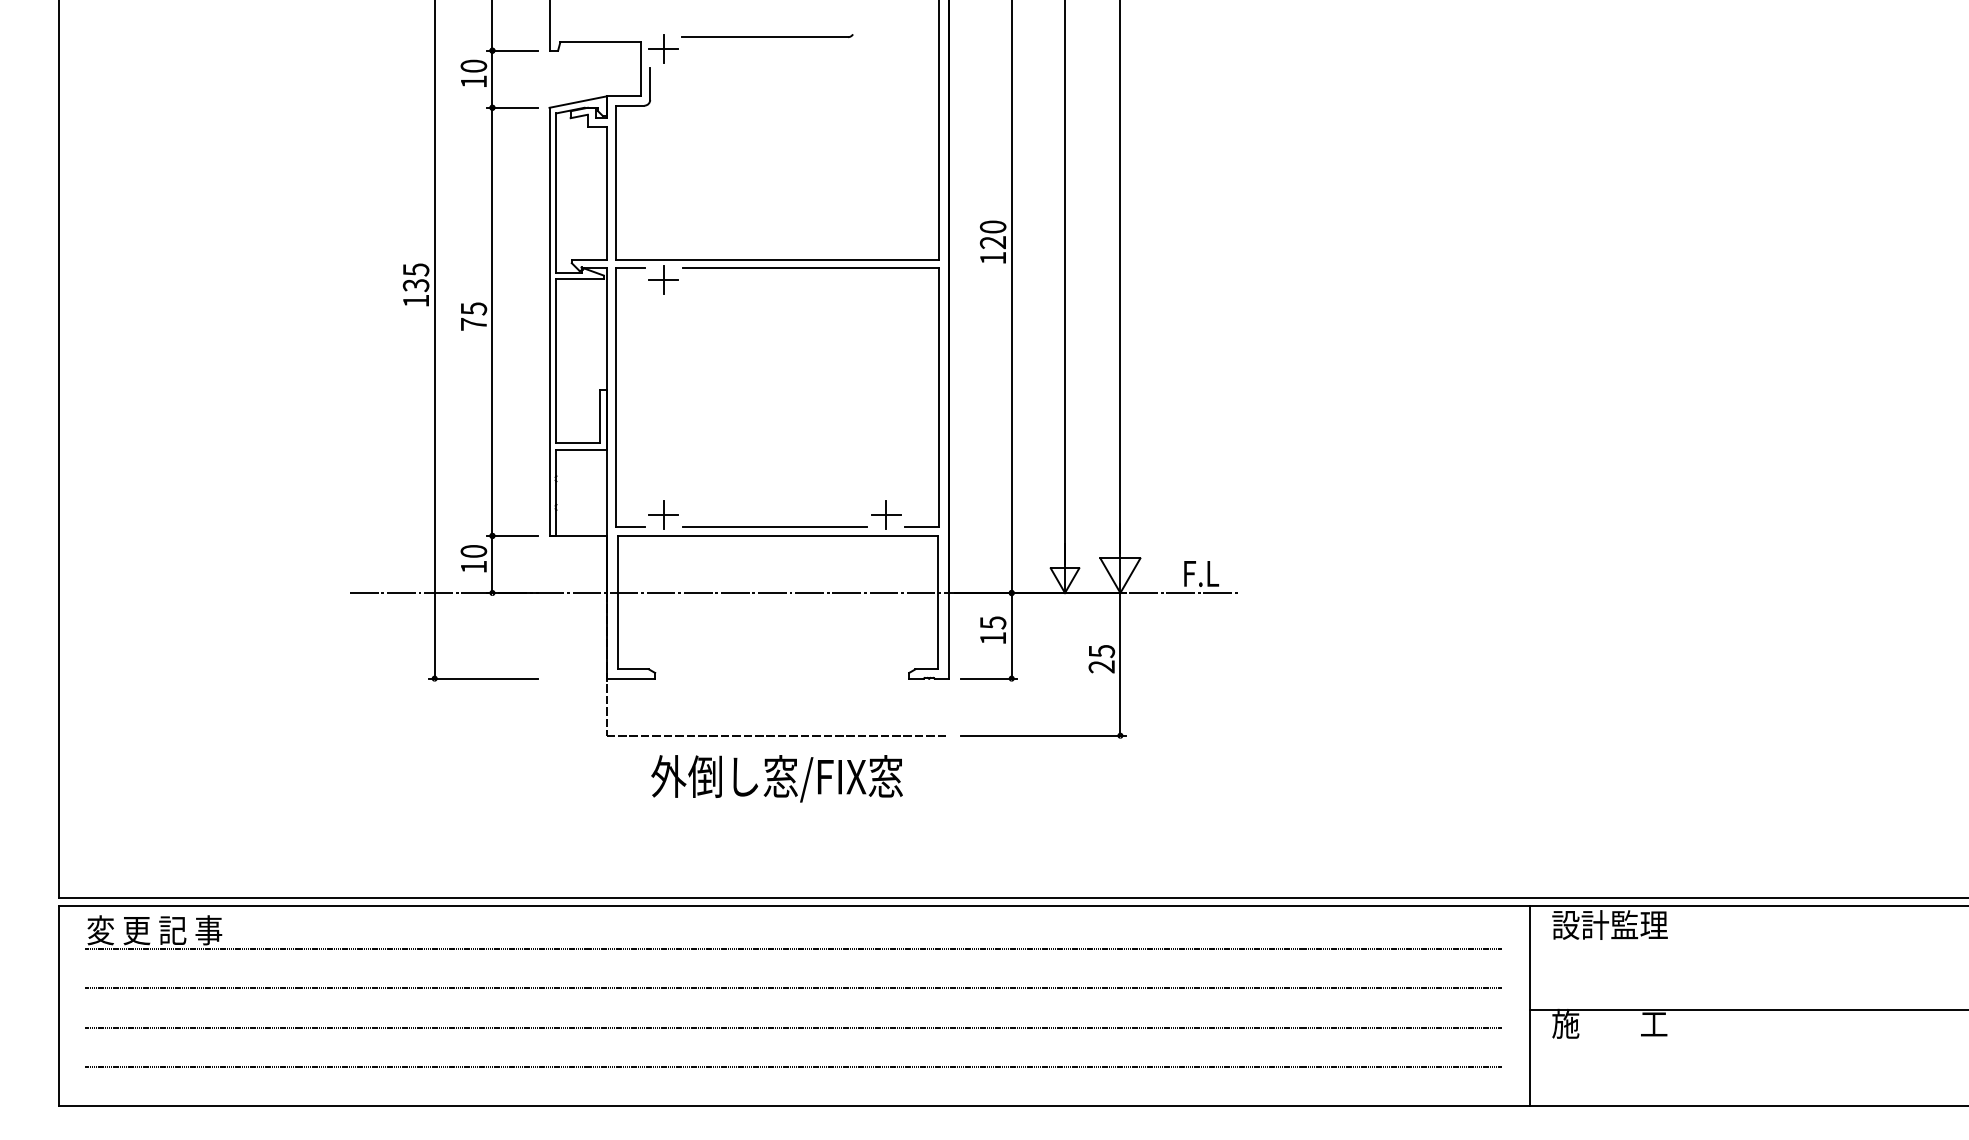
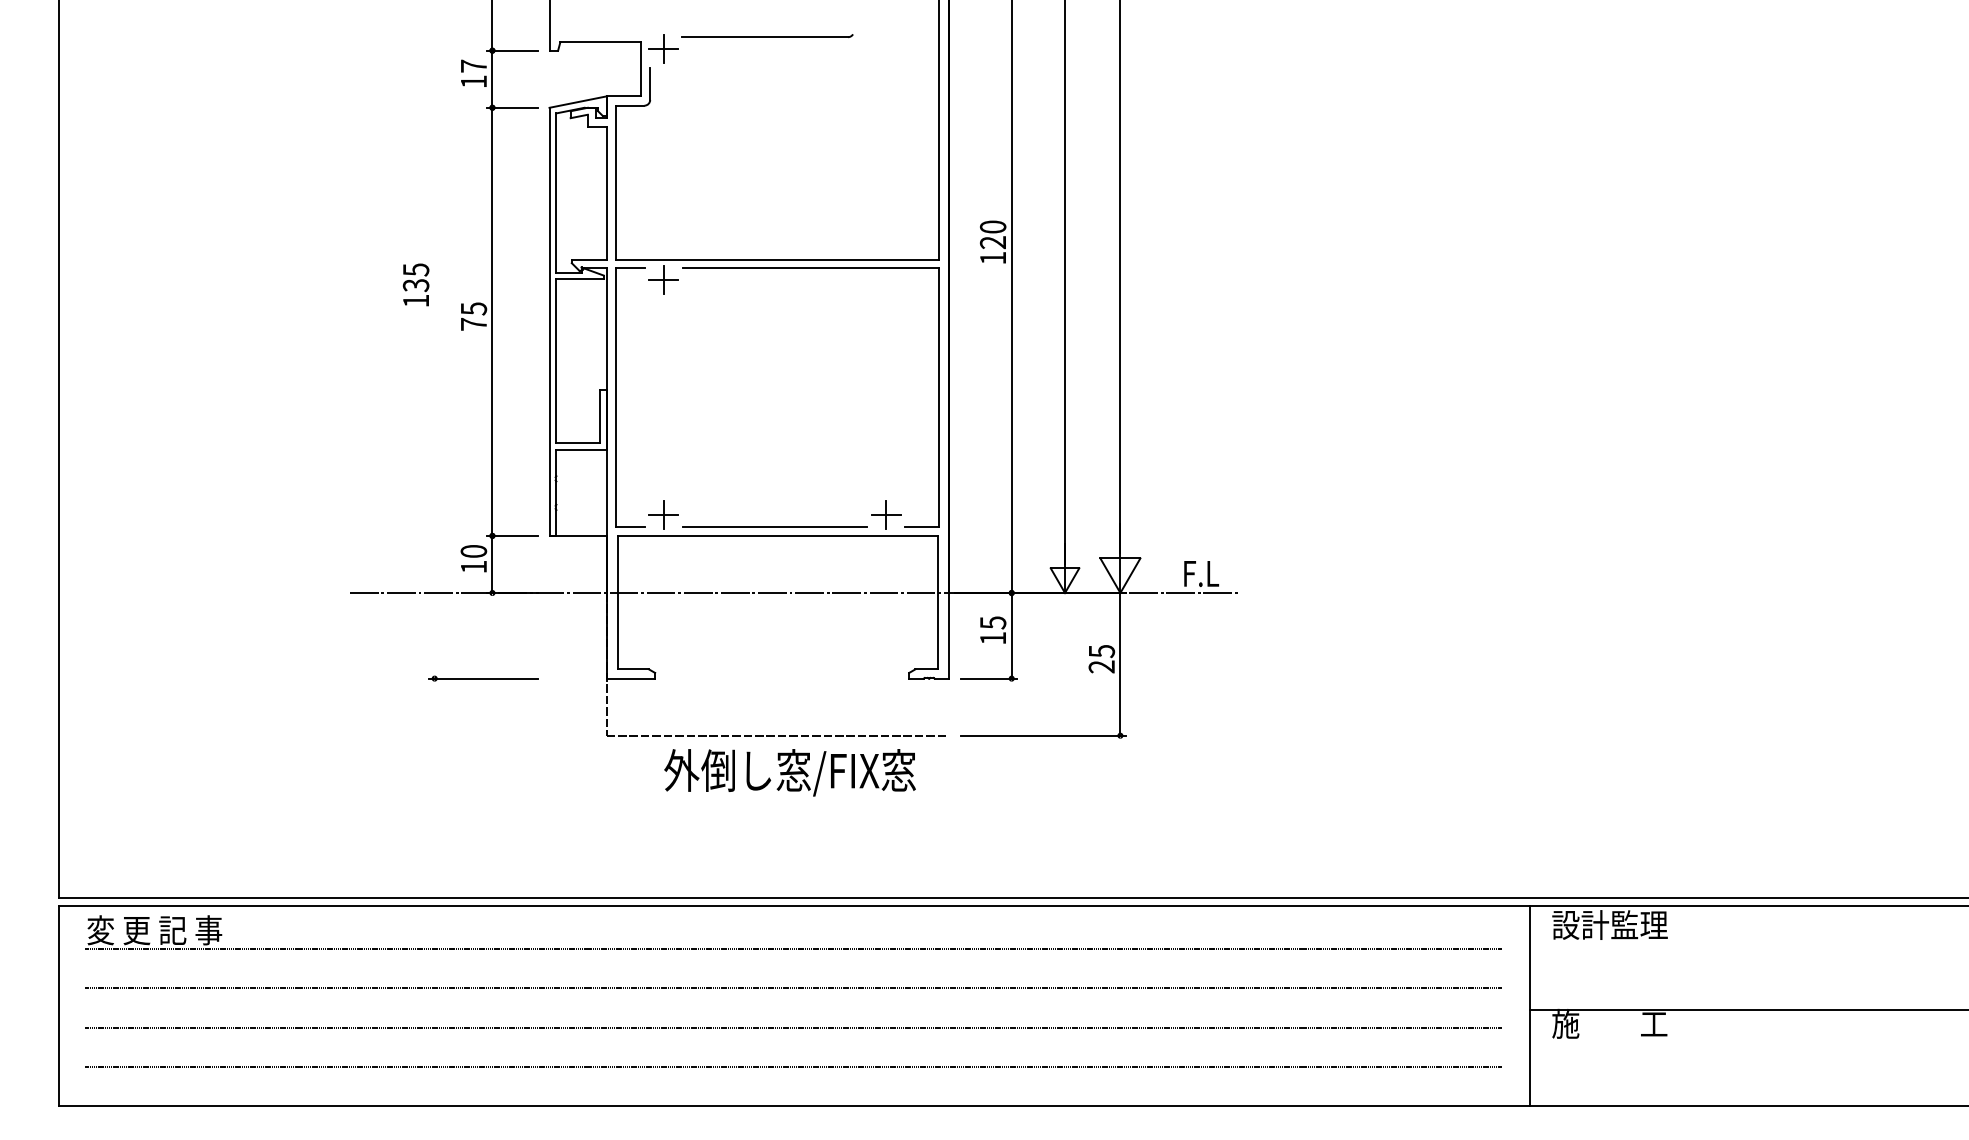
text at (473, 65): 10 -> 17
line at (434, 340): present -> none
text at (776, 778) position: (776, 778) -> (789, 772)
